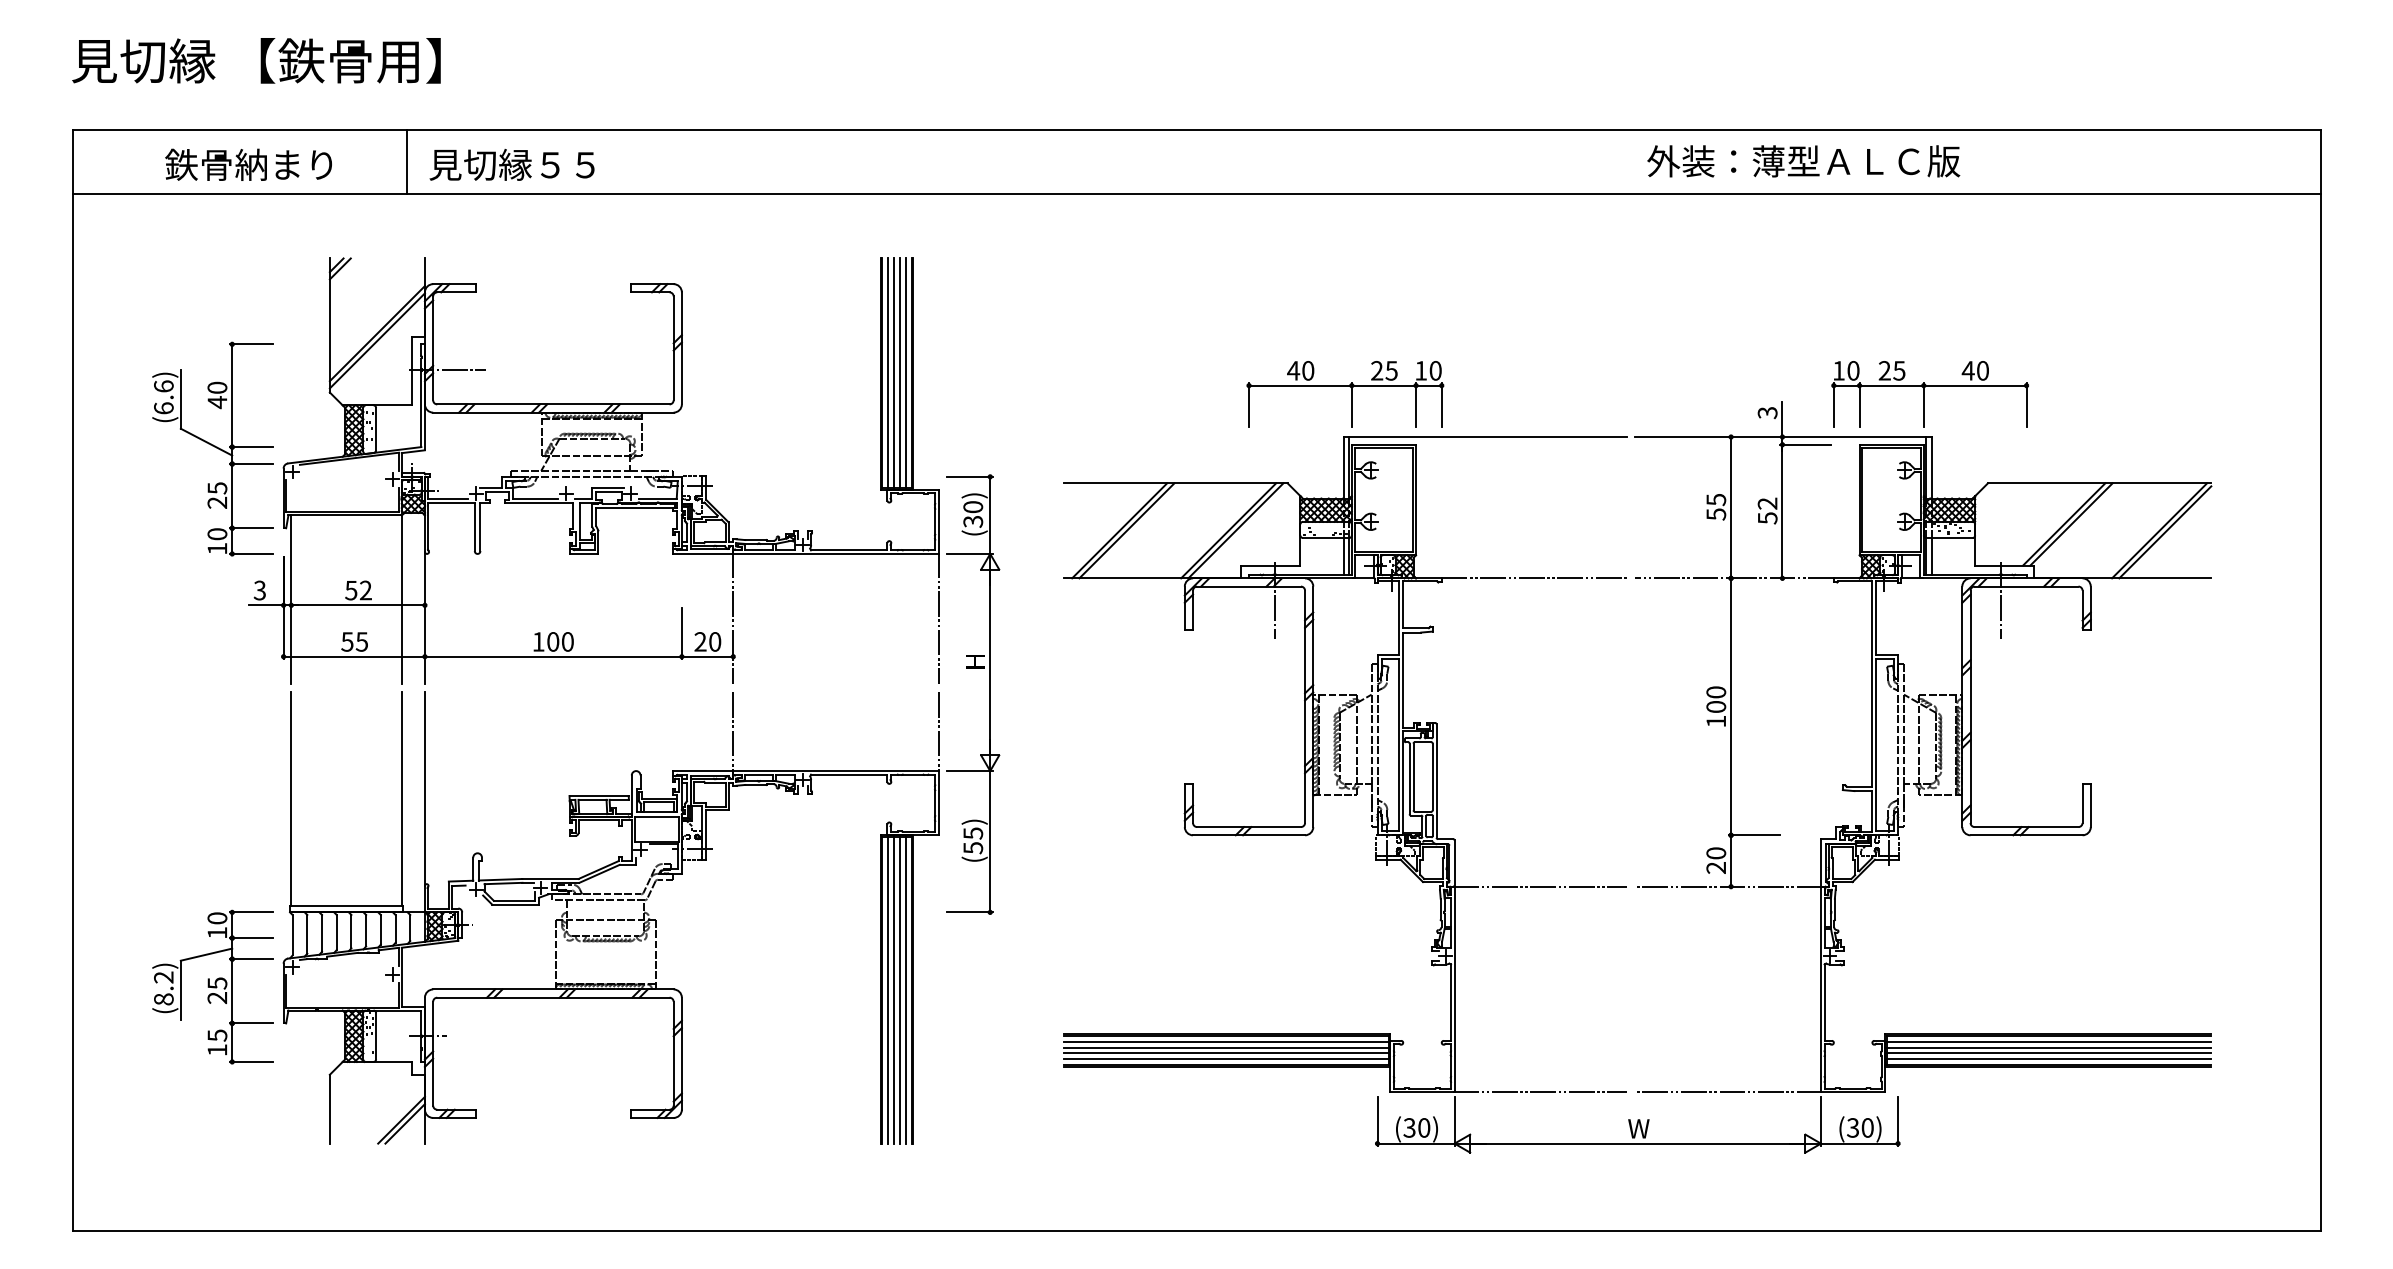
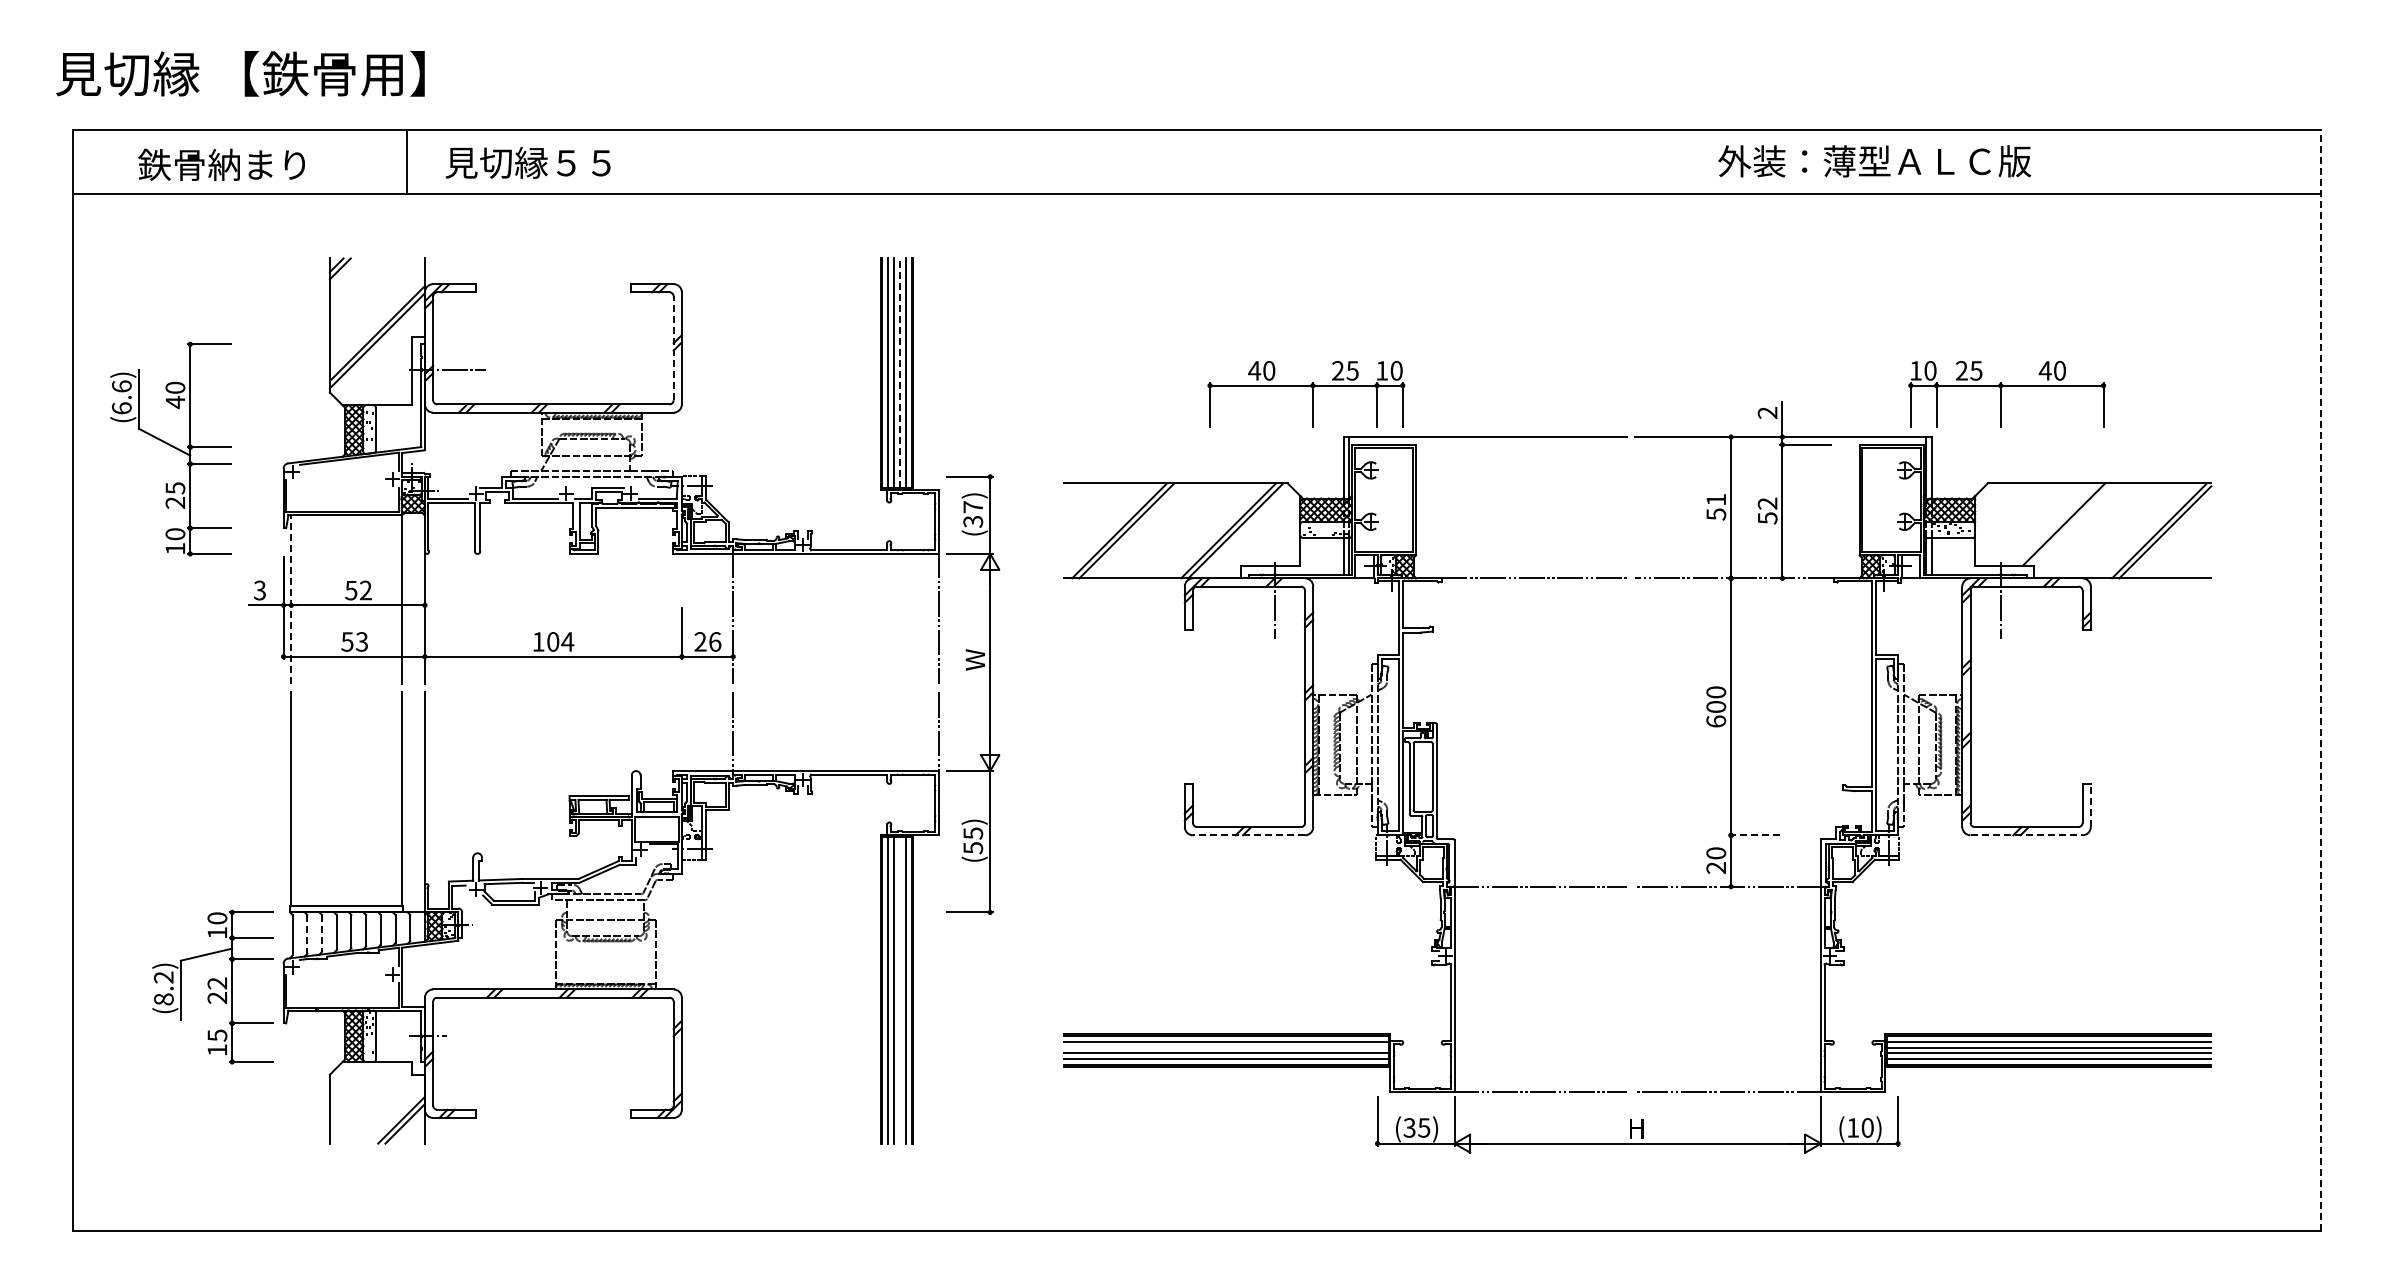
text at (256, 60) position: (256, 60) -> (240, 73)
text at (1803, 161) position: (1803, 161) -> (1874, 161)
text at (248, 164) position: (248, 164) -> (221, 164)
text at (511, 164) position: (511, 164) -> (527, 162)
line at (673, 348): solid -> dashed
line at (900, 373): solid -> dashed
part at (1345, 394) position: (1345, 394) -> (1306, 394)
part at (1929, 394) position: (1929, 394) -> (2006, 394)
text at (1767, 413): 3 -> 2
part at (212, 448) position: (212, 448) -> (170, 448)
text at (1716, 500): 55 -> 51
text at (973, 507): (30) -> (37)
line at (2071, 524): present -> none
line at (291, 599): solid -> dashed
text at (361, 641): 55 -> 53
text at (567, 641): 100 -> 104
text at (715, 641): 20 -> 26
text at (974, 659): H -> W
line at (2321, 680): solid -> dashed
text at (1716, 721): 100 -> 600
line at (2090, 805): solid -> dashed
line at (1248, 835): solid -> dashed
line at (1754, 835): solid -> dashed
line at (2027, 835): solid -> dashed
line at (322, 933): solid -> dashed
line at (307, 934): solid -> dashed
text at (217, 983): 25 -> 22
line at (900, 989): present -> none
line at (1226, 1047): present -> none
text at (1424, 1127): (30) -> (35)
text at (1852, 1127): (30) -> (10)
text at (1638, 1128): W -> H
